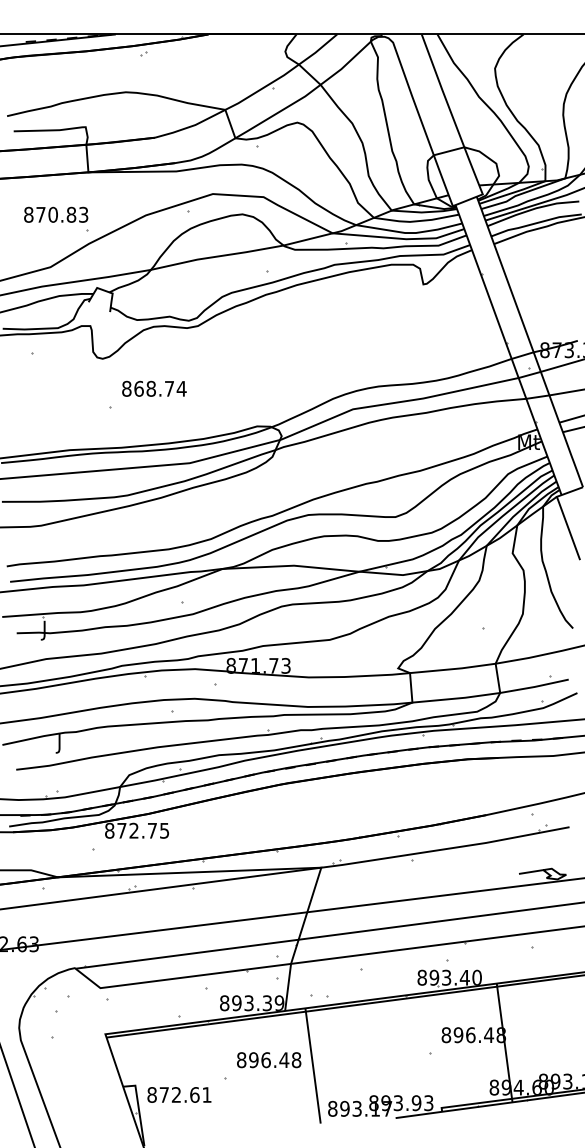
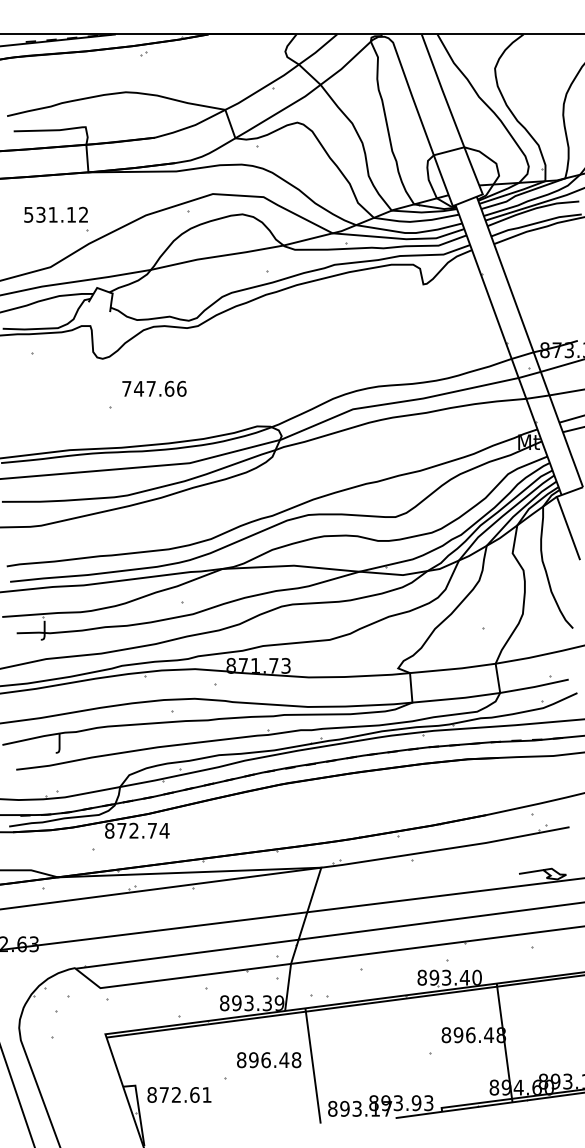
text at (56, 214): 870.83 -> 531.12
text at (154, 388): 868.74 -> 747.66
text at (164, 830): 872.75 -> 872.74
